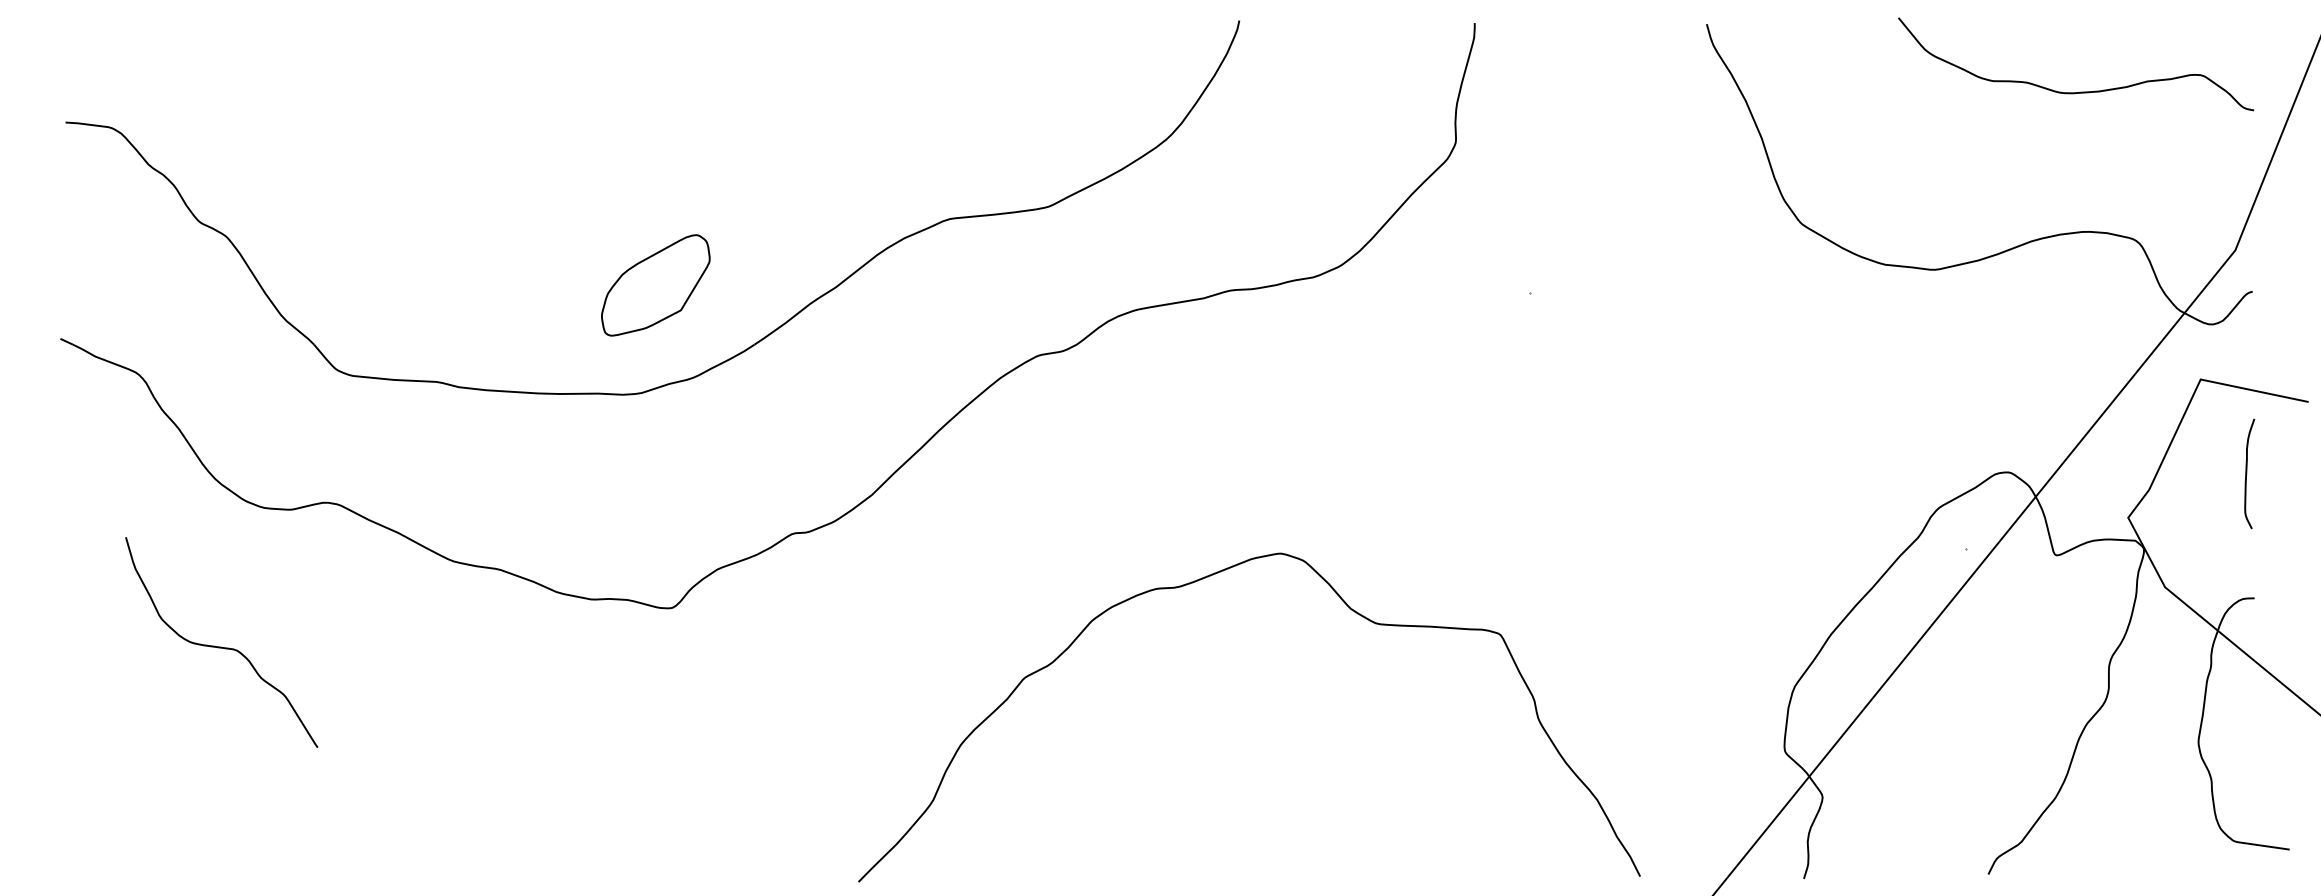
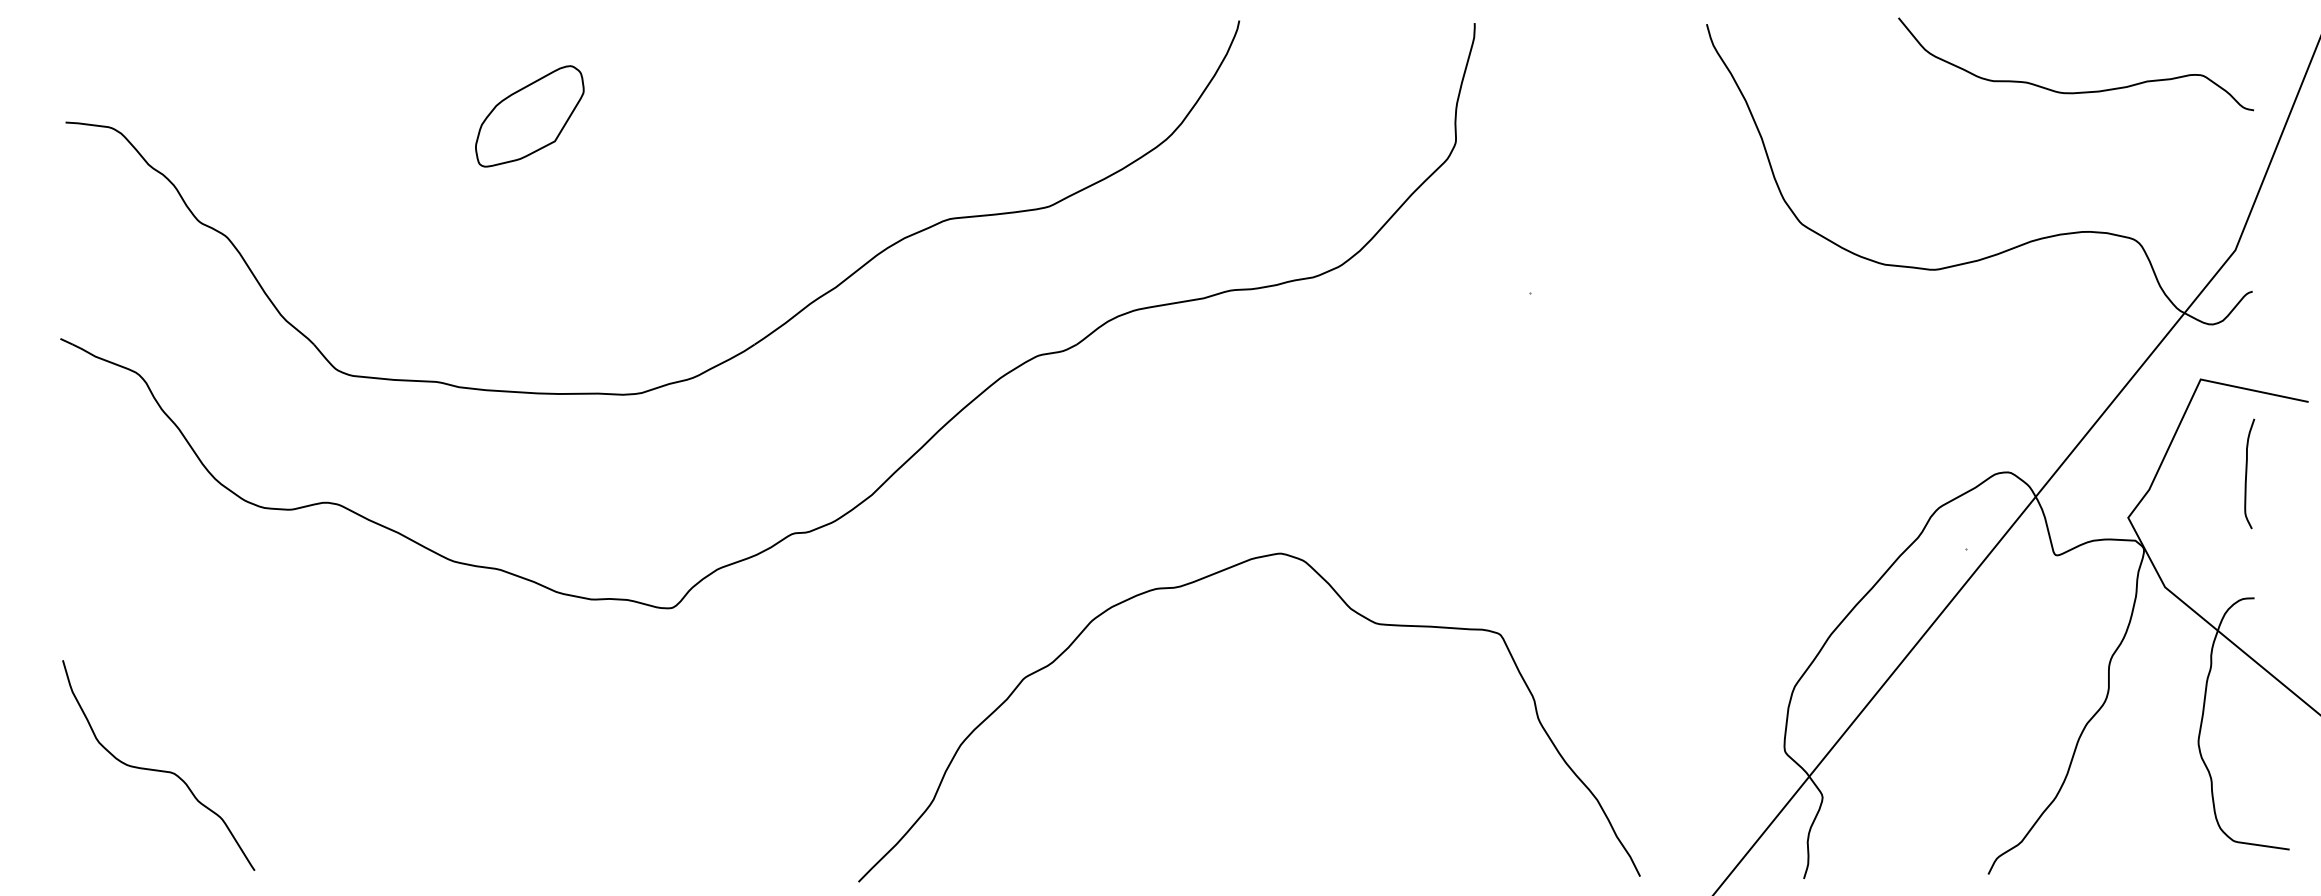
part at (655, 285) position: (655, 285) -> (529, 116)
curve at (221, 646) position: (221, 646) -> (158, 769)
